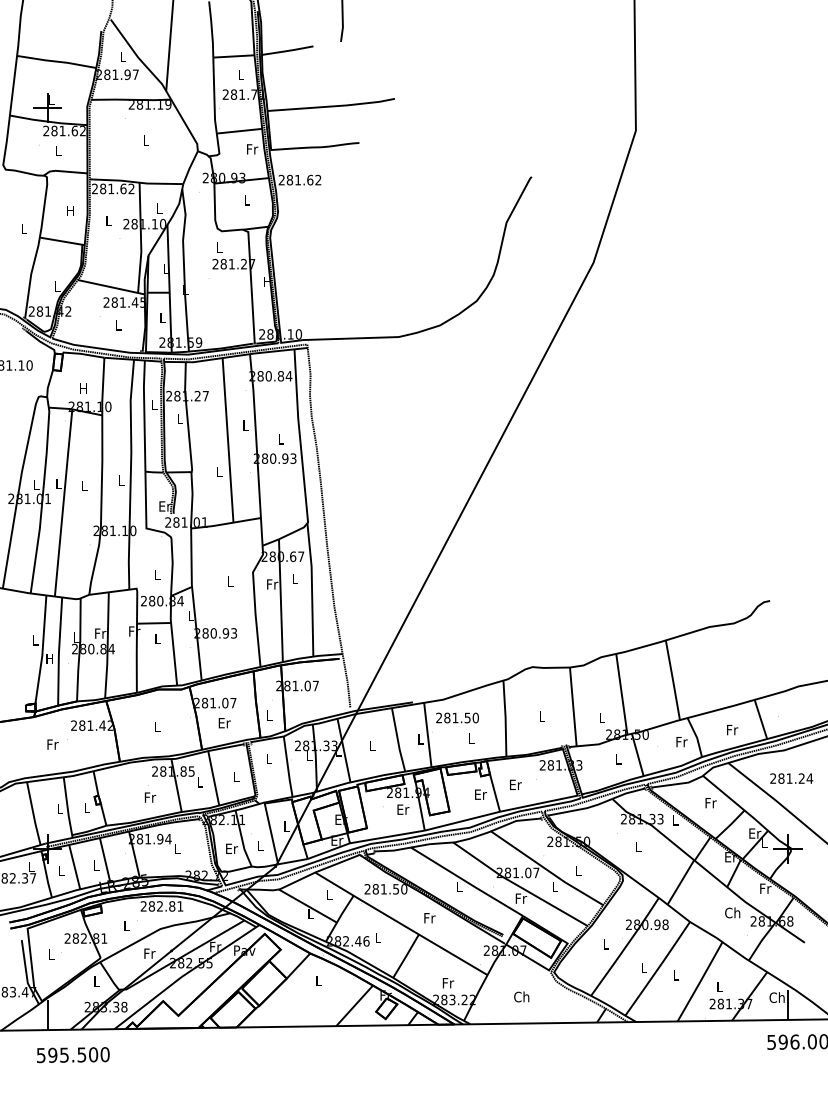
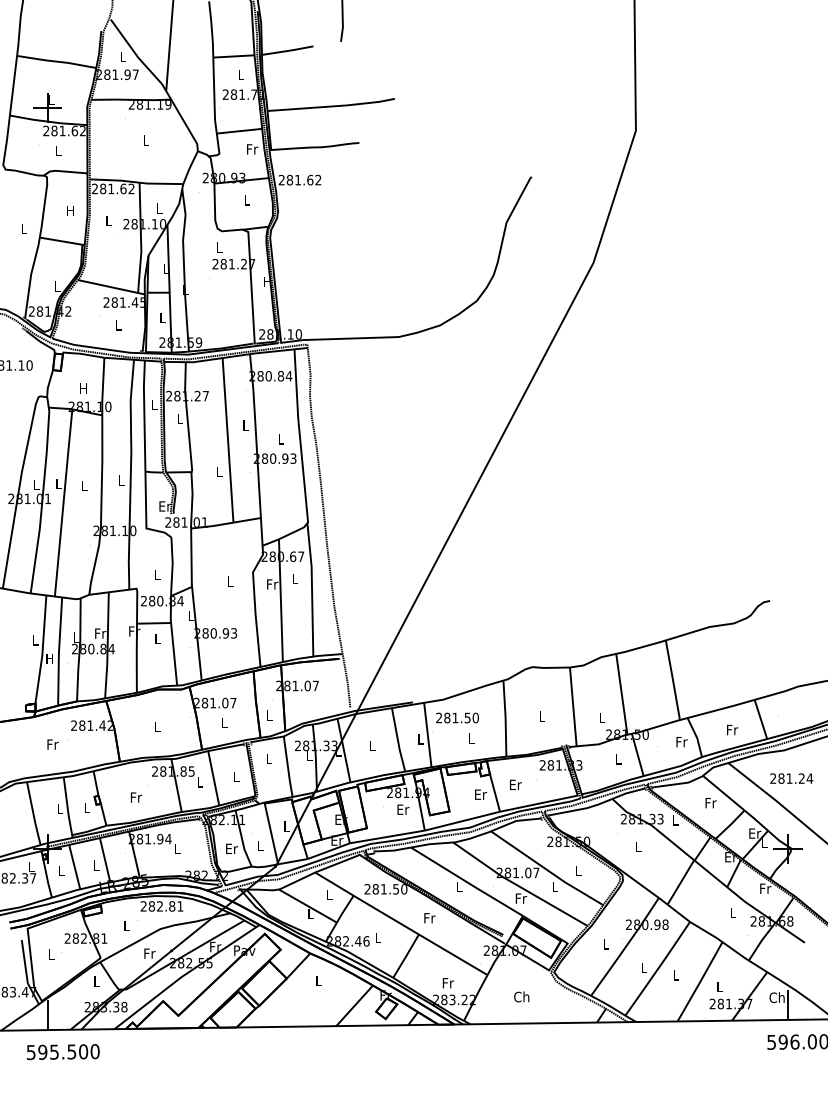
text at (224, 723): Er -> L
text at (150, 797) position: (150, 797) -> (136, 797)
text at (732, 912): Ch -> L
text at (73, 1055) position: (73, 1055) -> (63, 1052)
